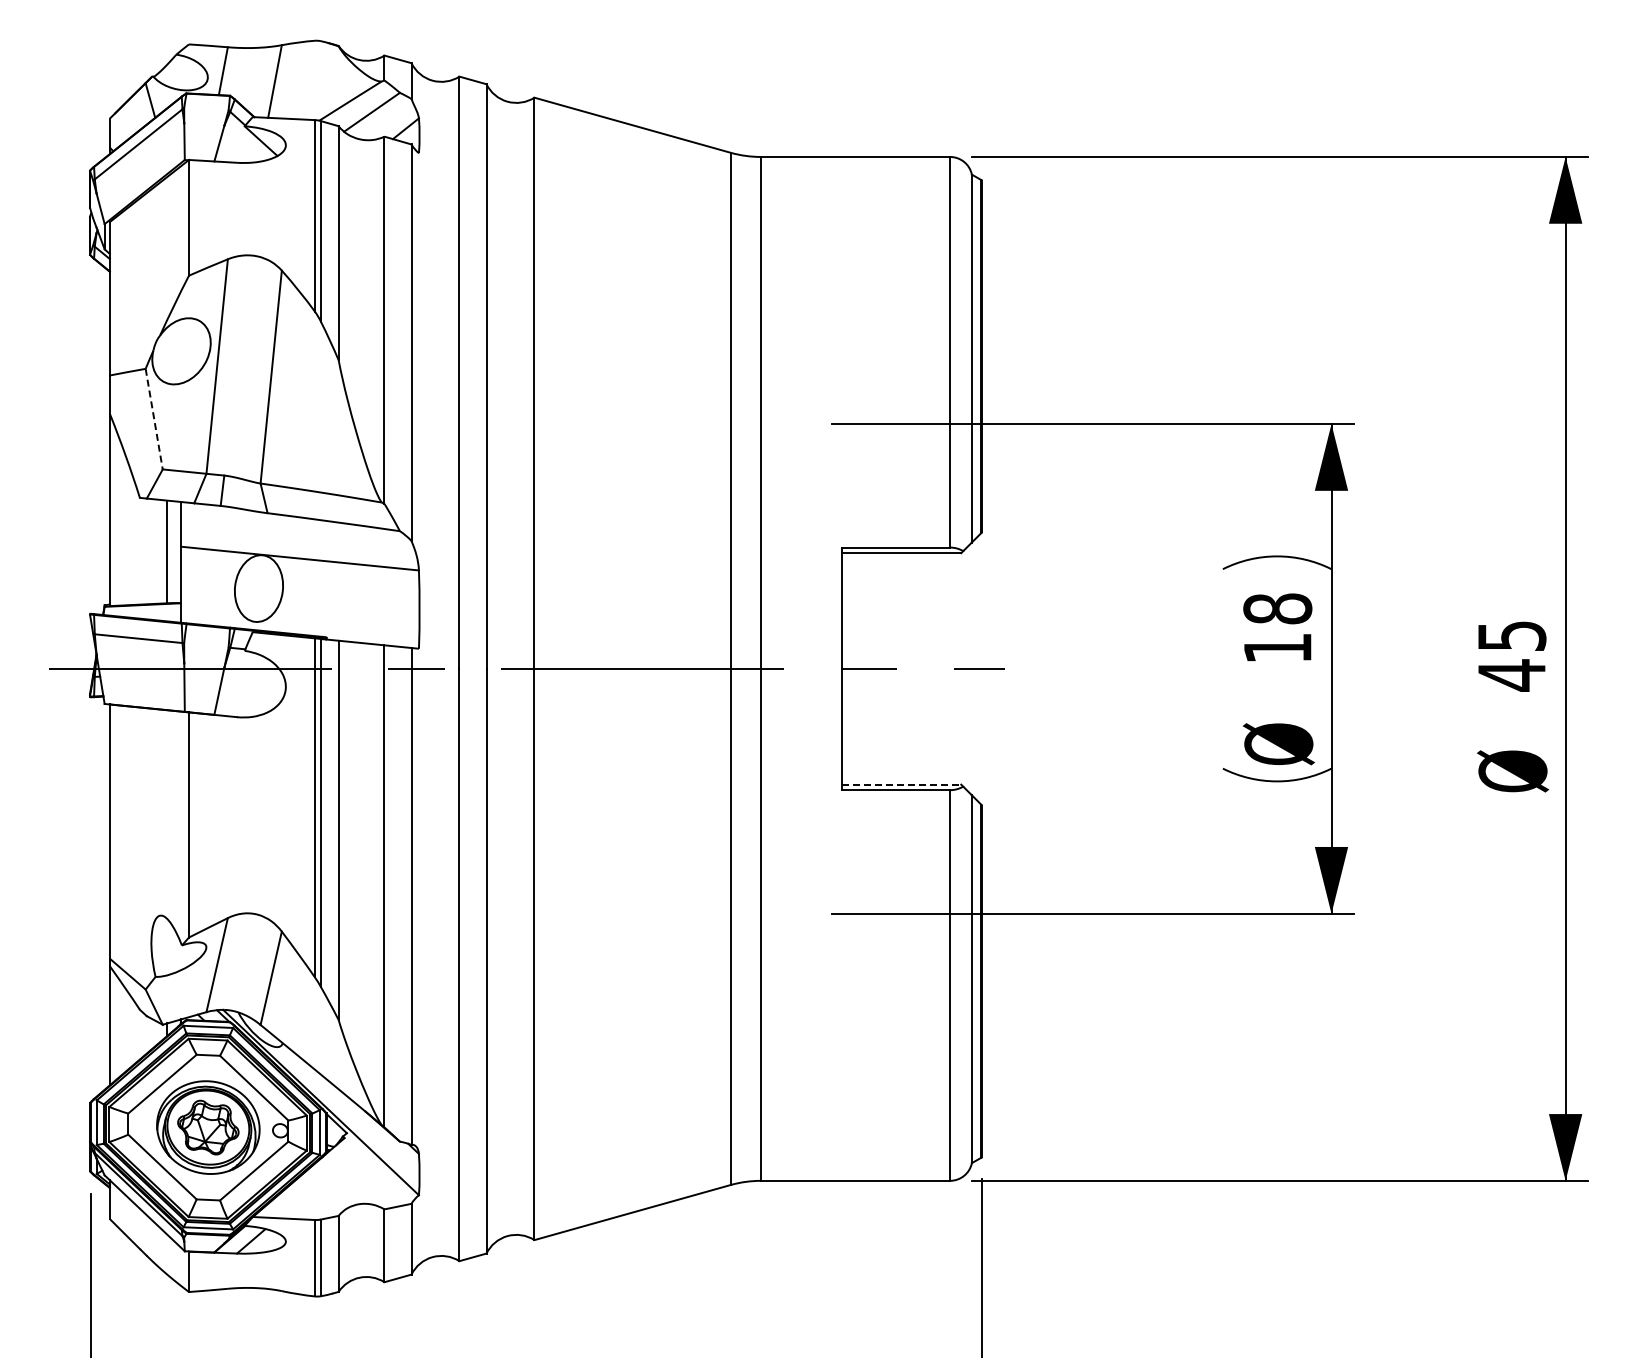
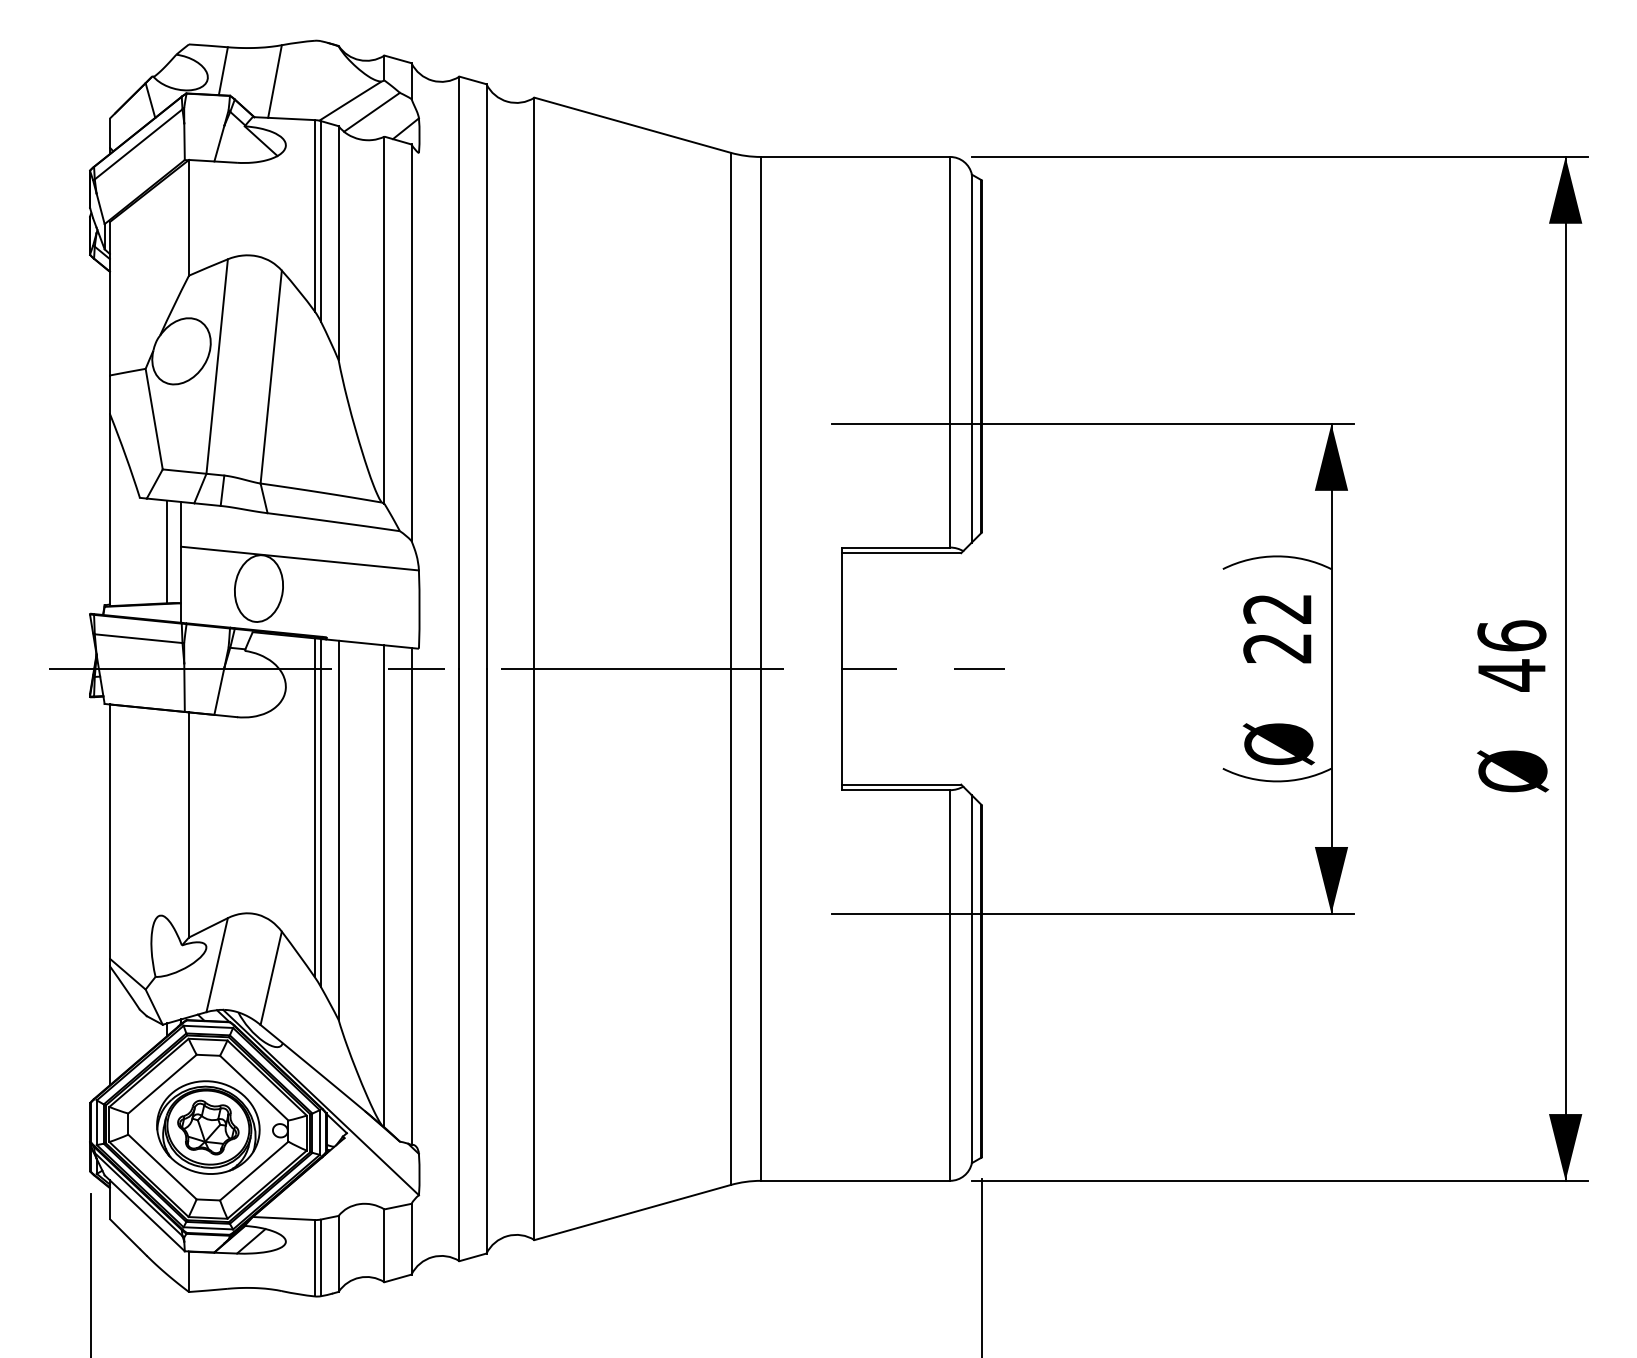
line at (154, 419): dashed -> solid
text at (1277, 628): 18 -> 22
text at (1511, 635): 45 -> 46
line at (901, 784): dashed -> solid
